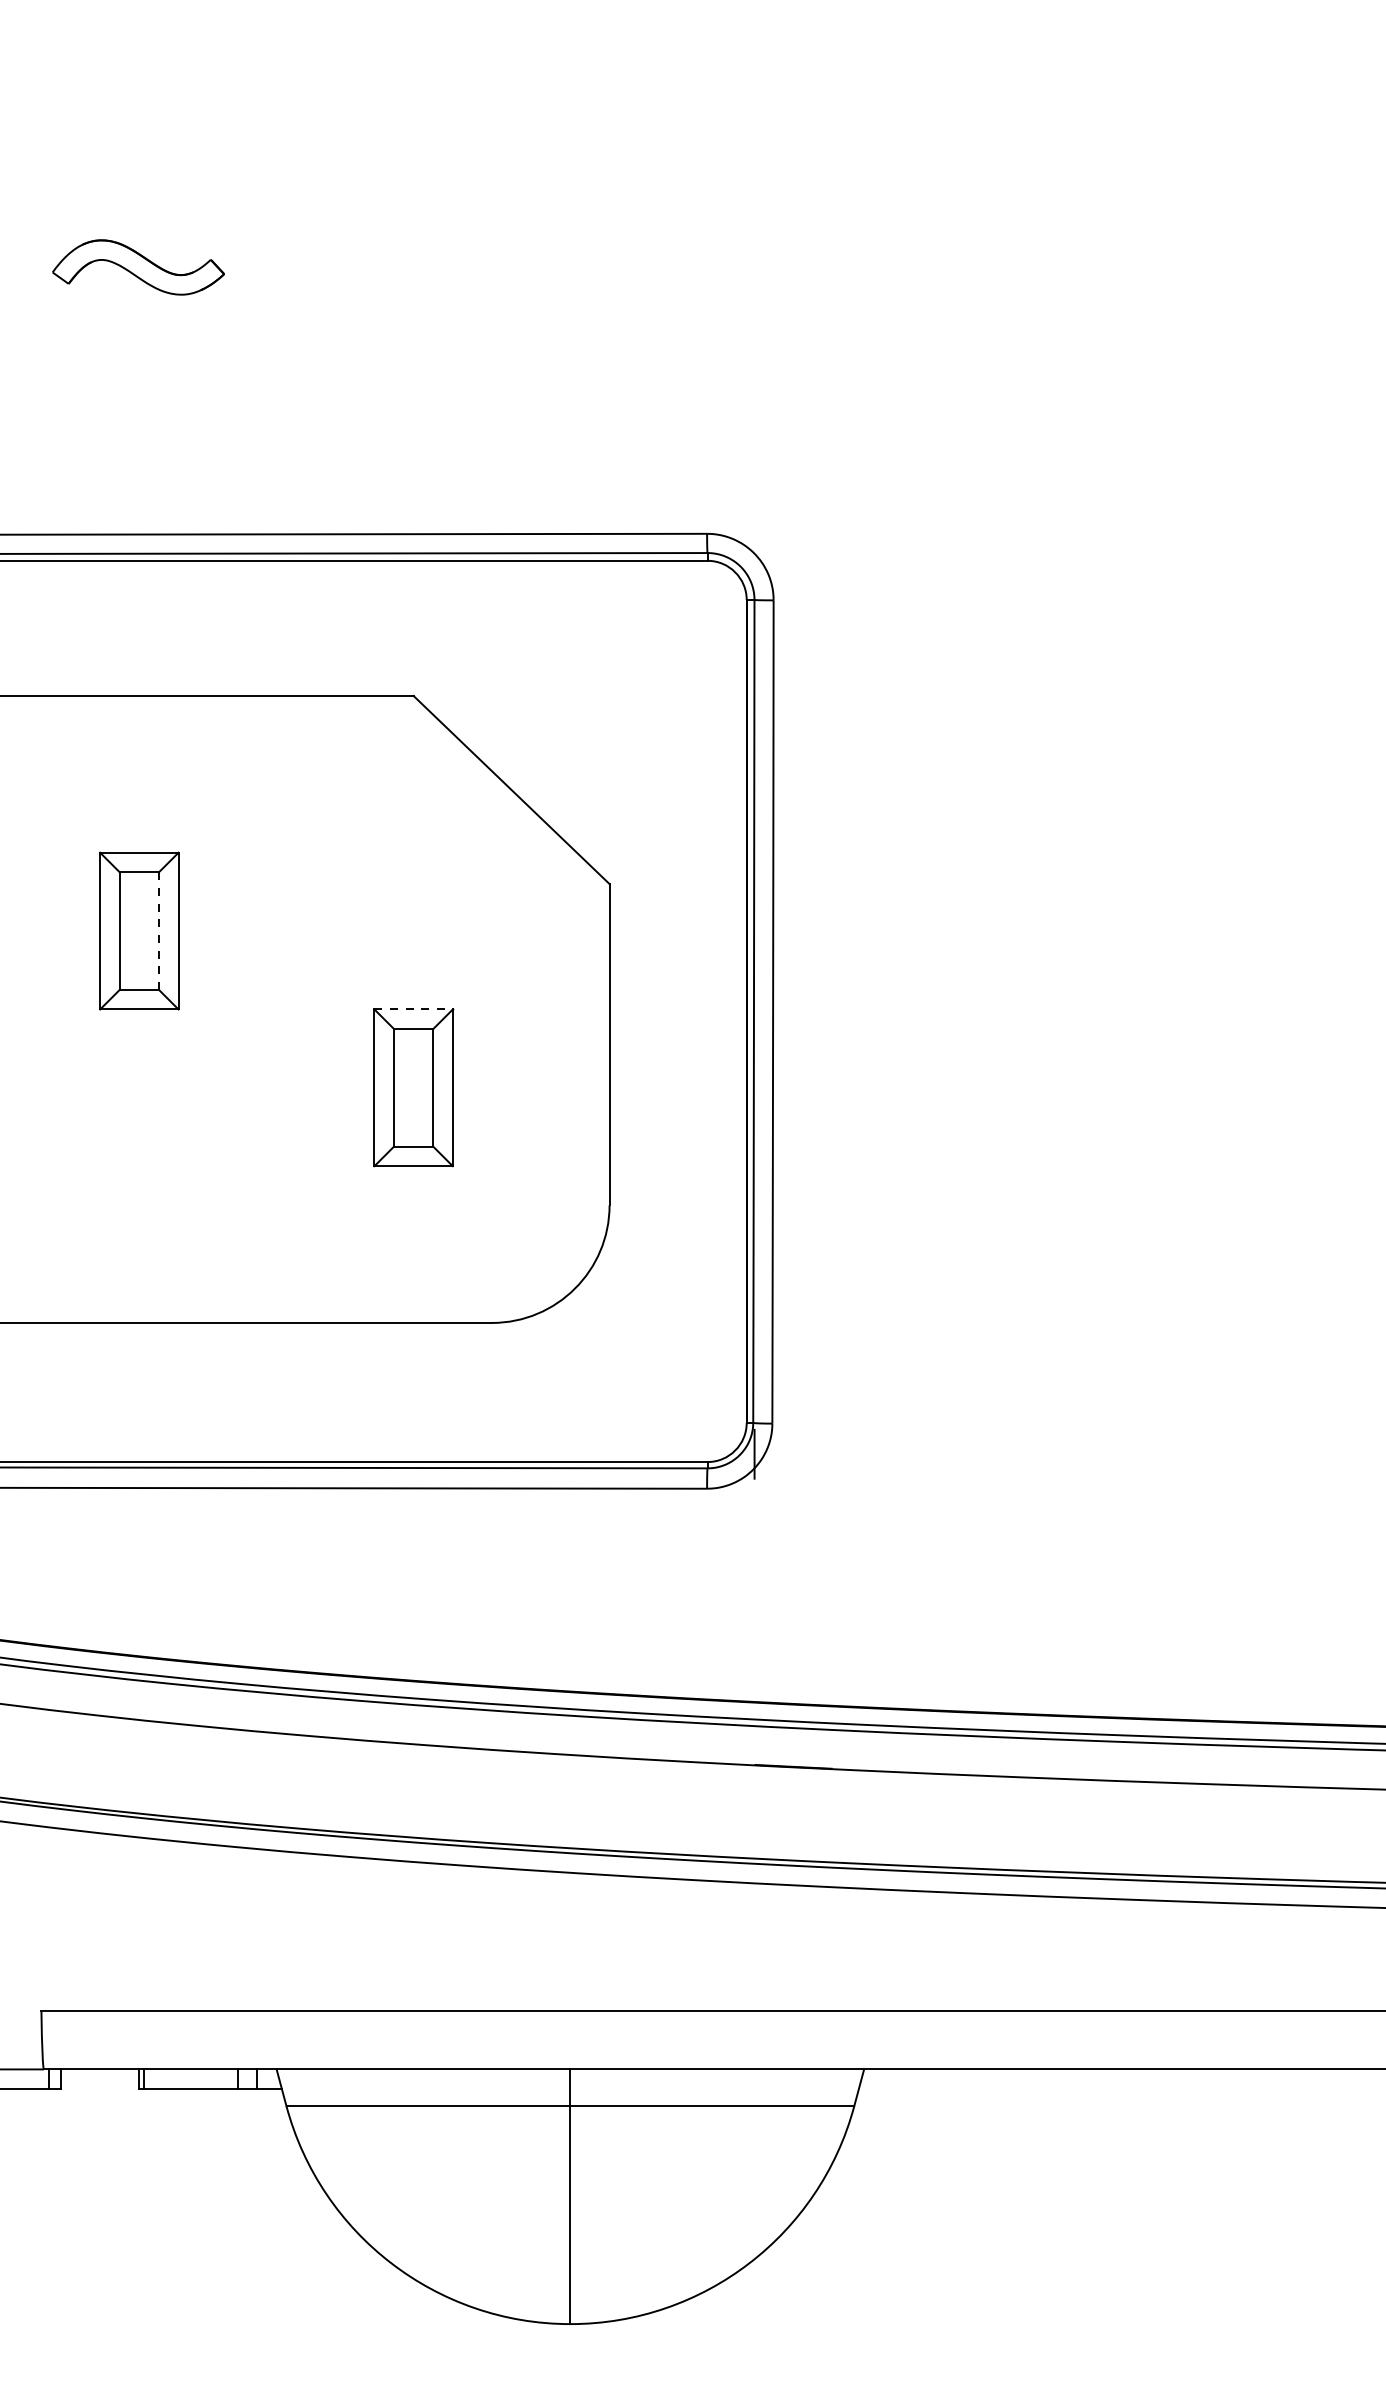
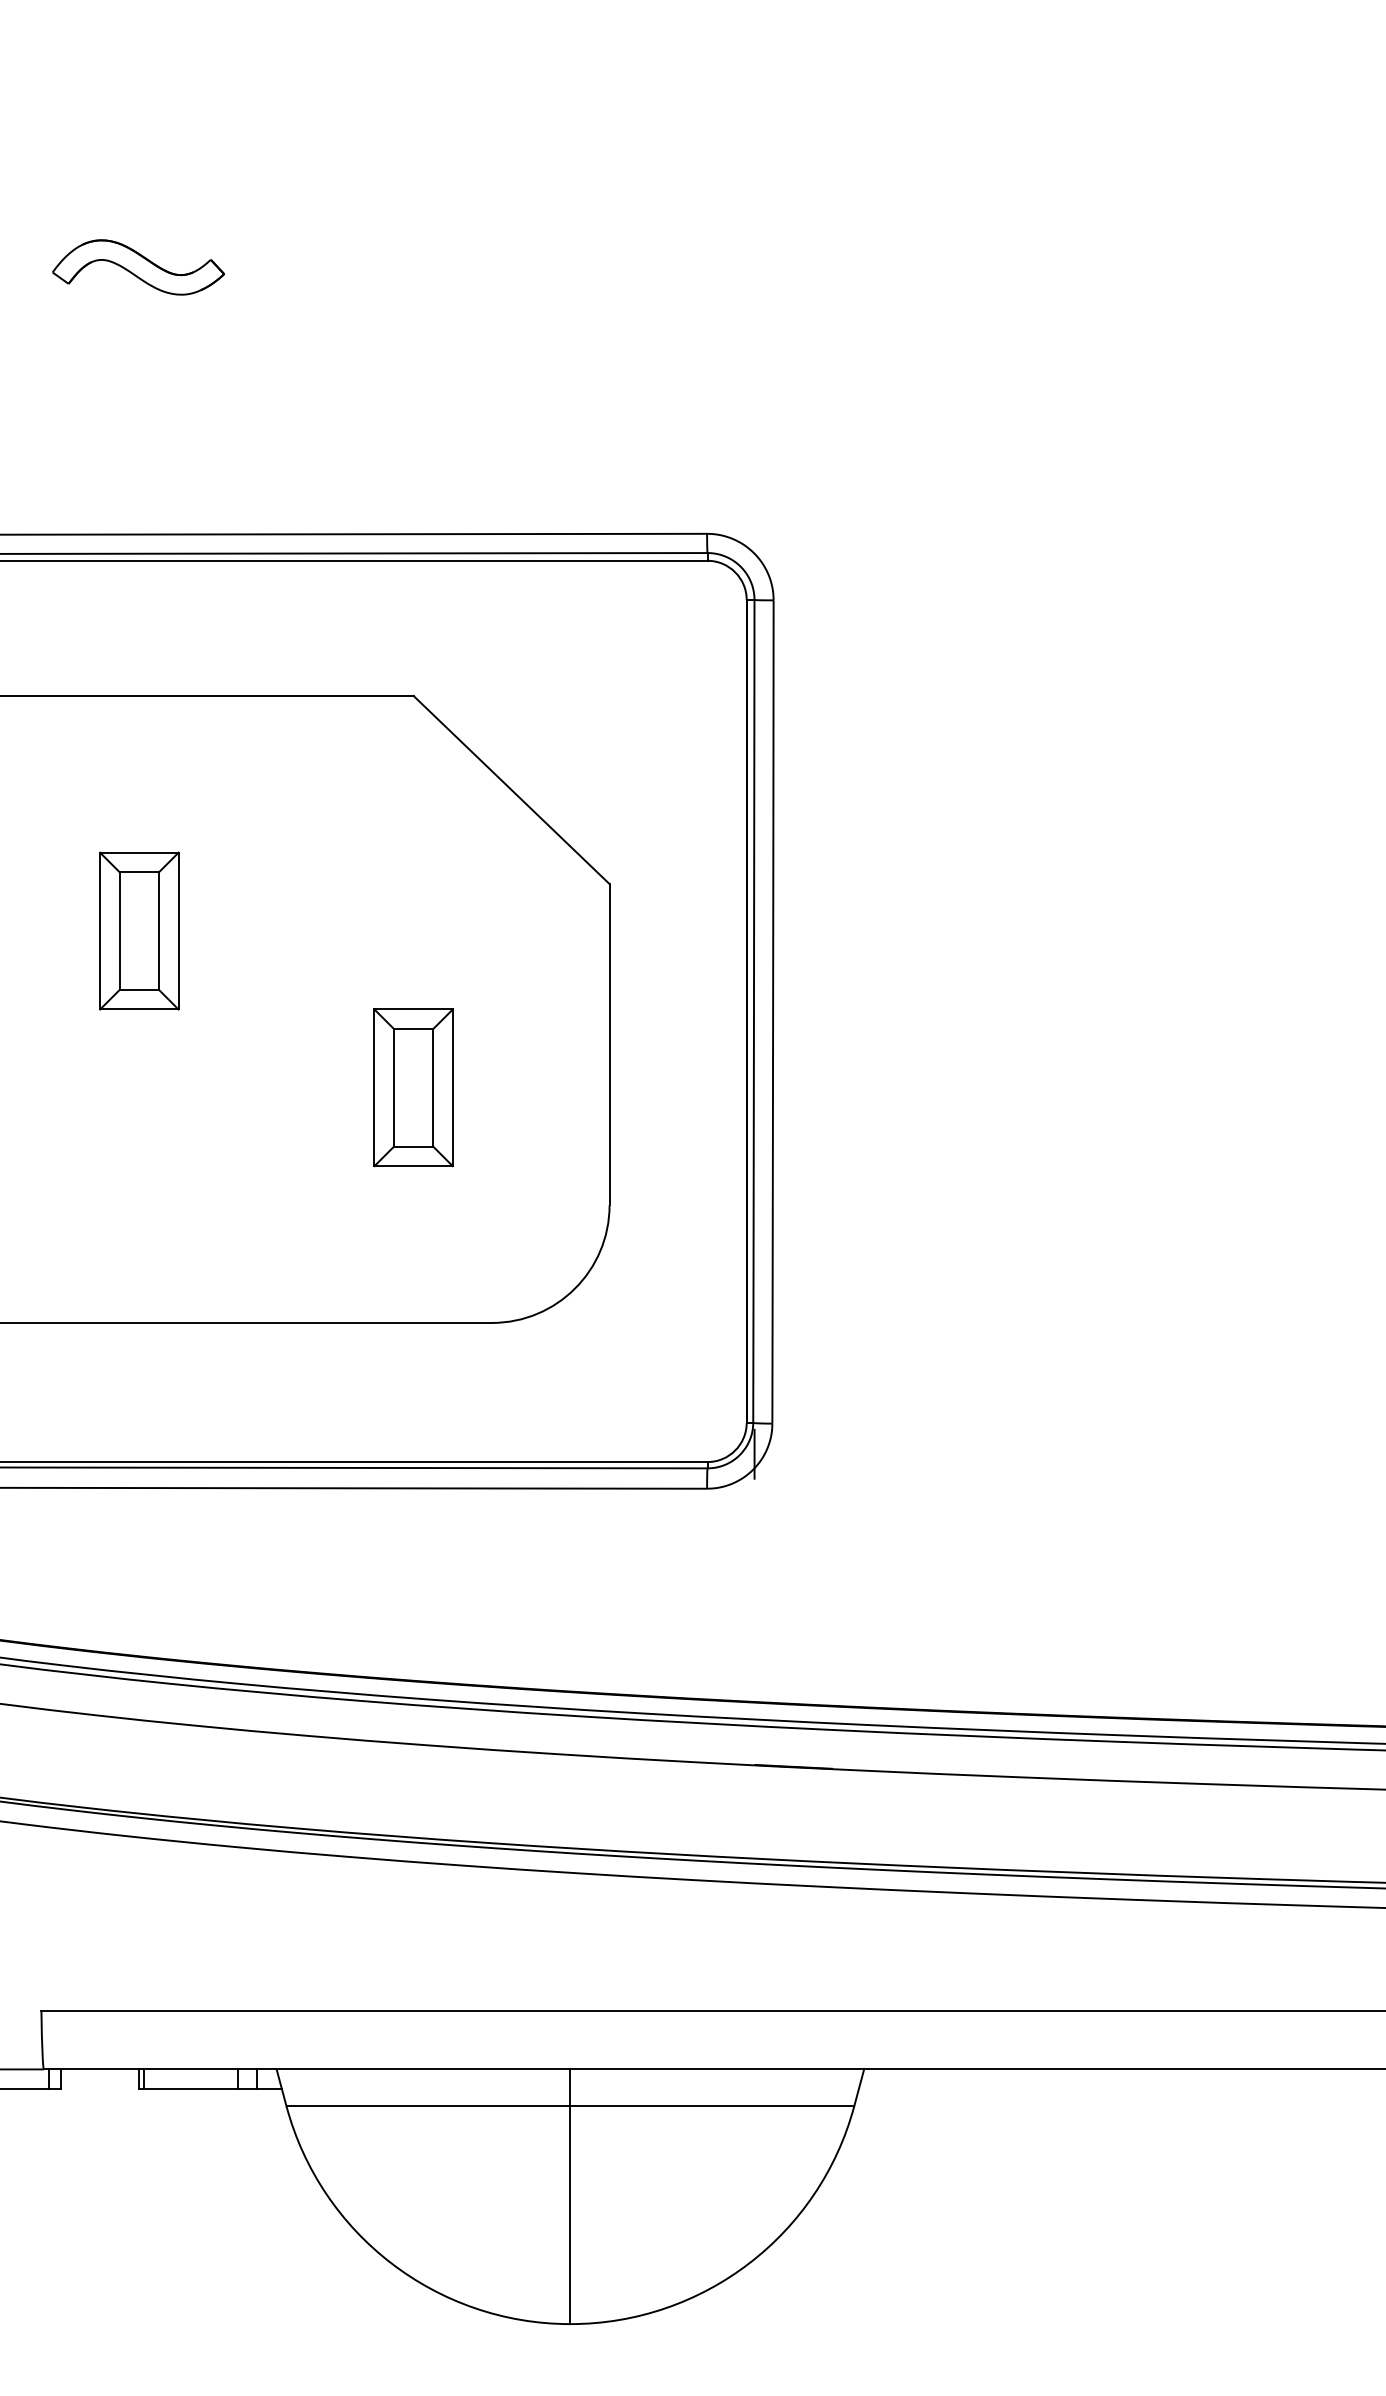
line at (158, 931): dashed -> solid
line at (414, 1009): dashed -> solid
